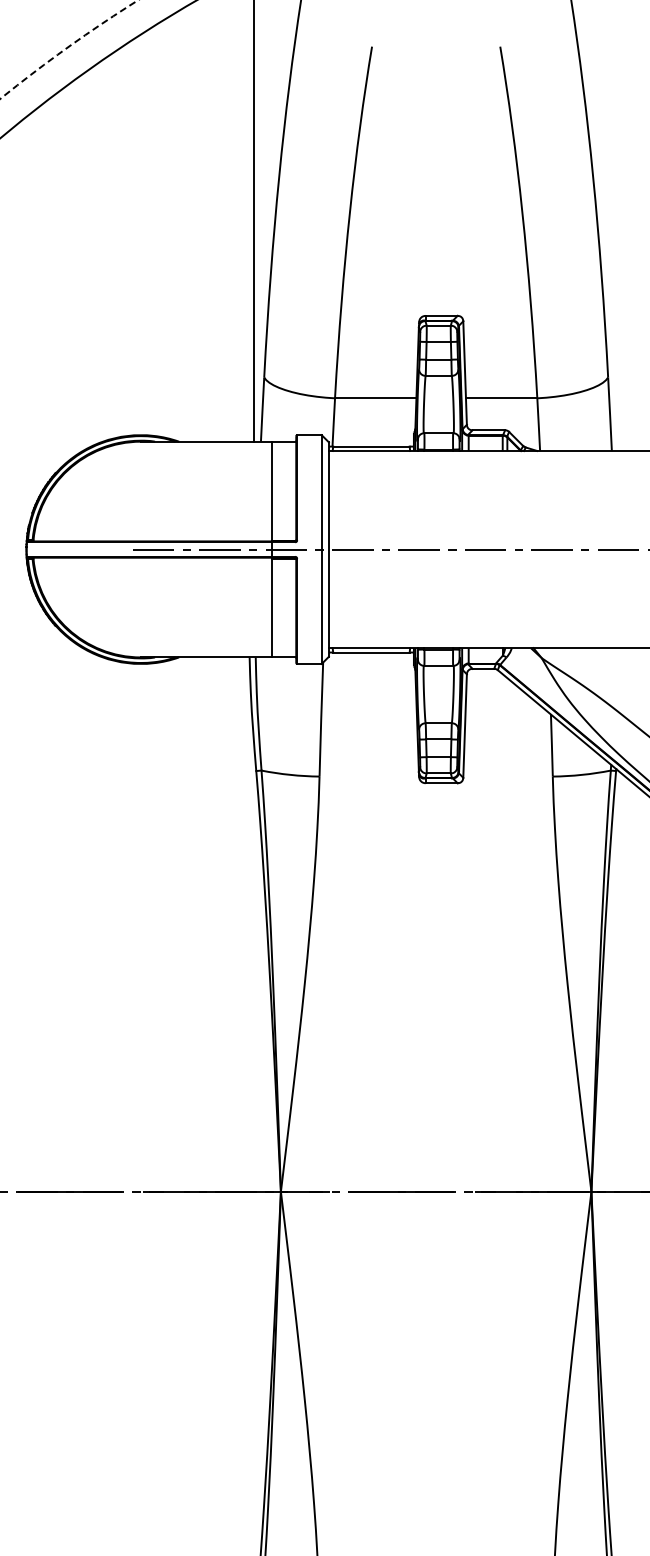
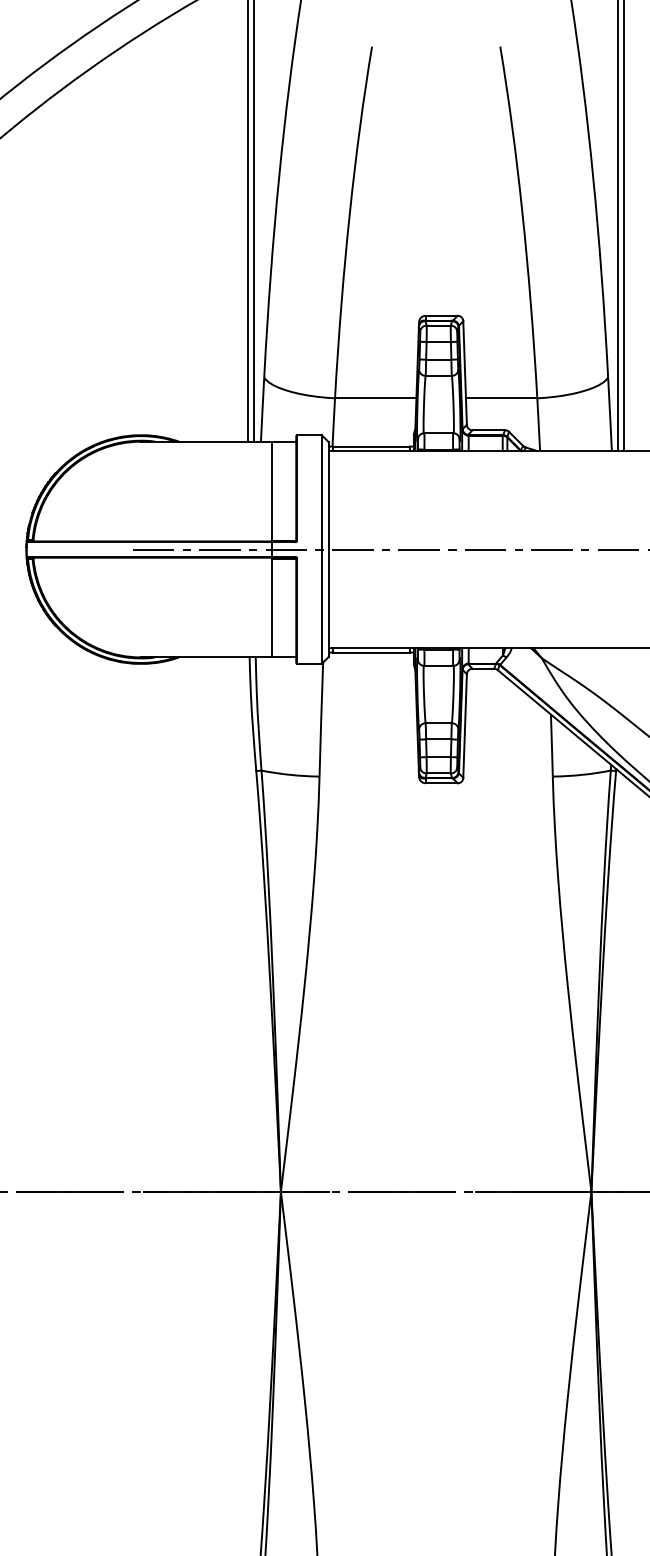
circle at (69, 49): dashed -> solid
line at (248, 221): none -> present
line at (617, 226): none -> present
line at (624, 226): none -> present
